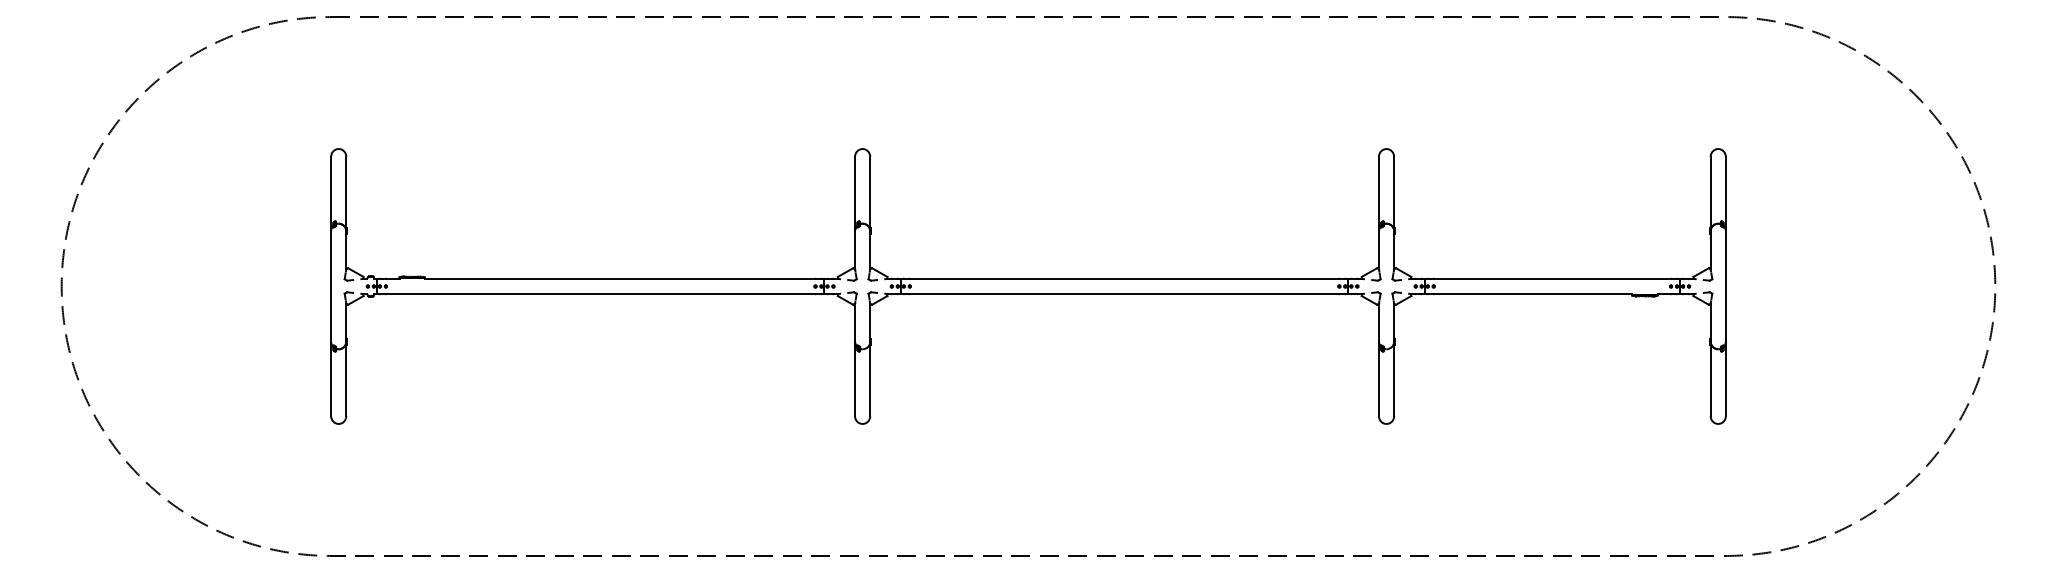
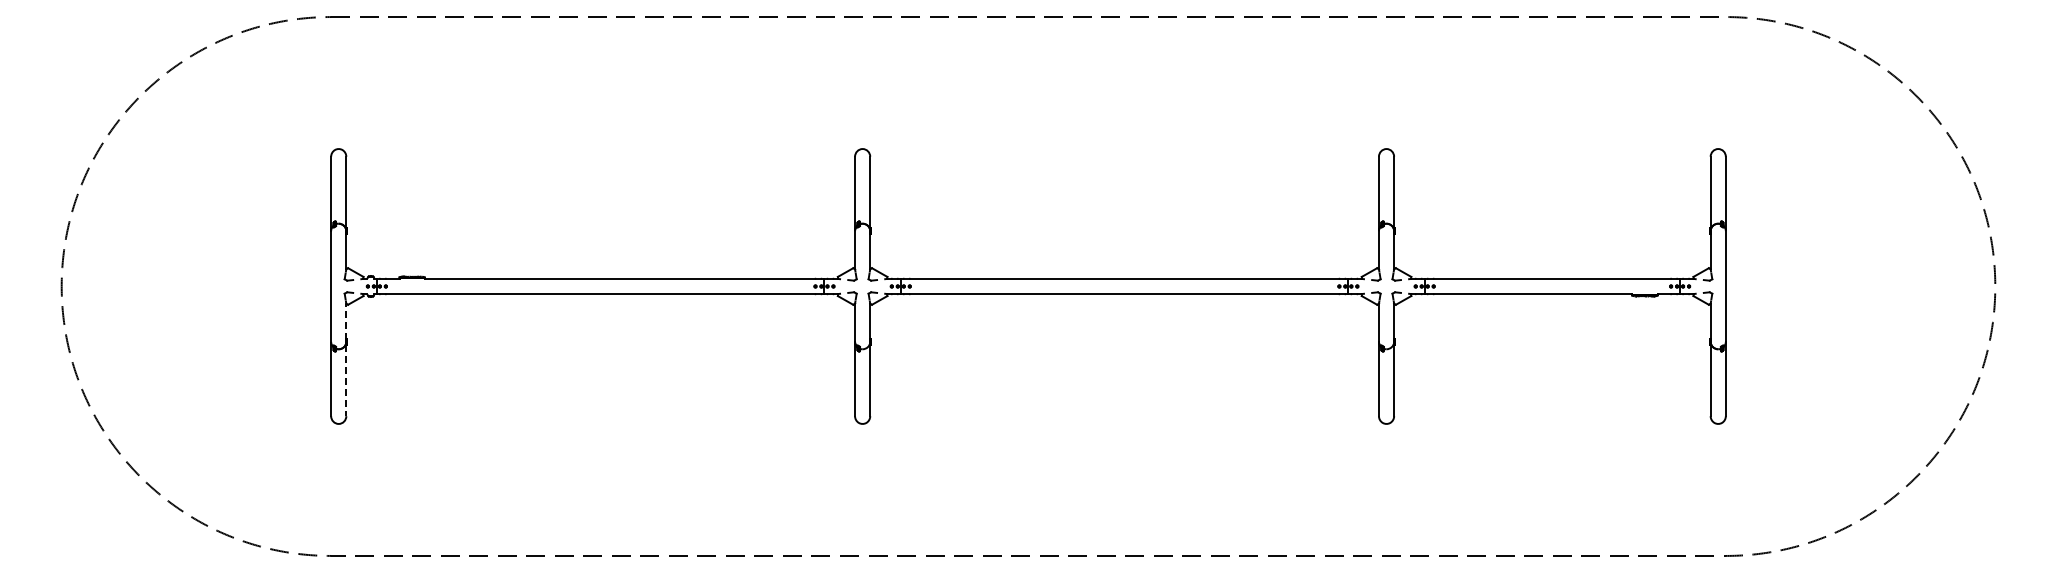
line at (346, 321): solid -> dashed
line at (346, 380): solid -> dashed
